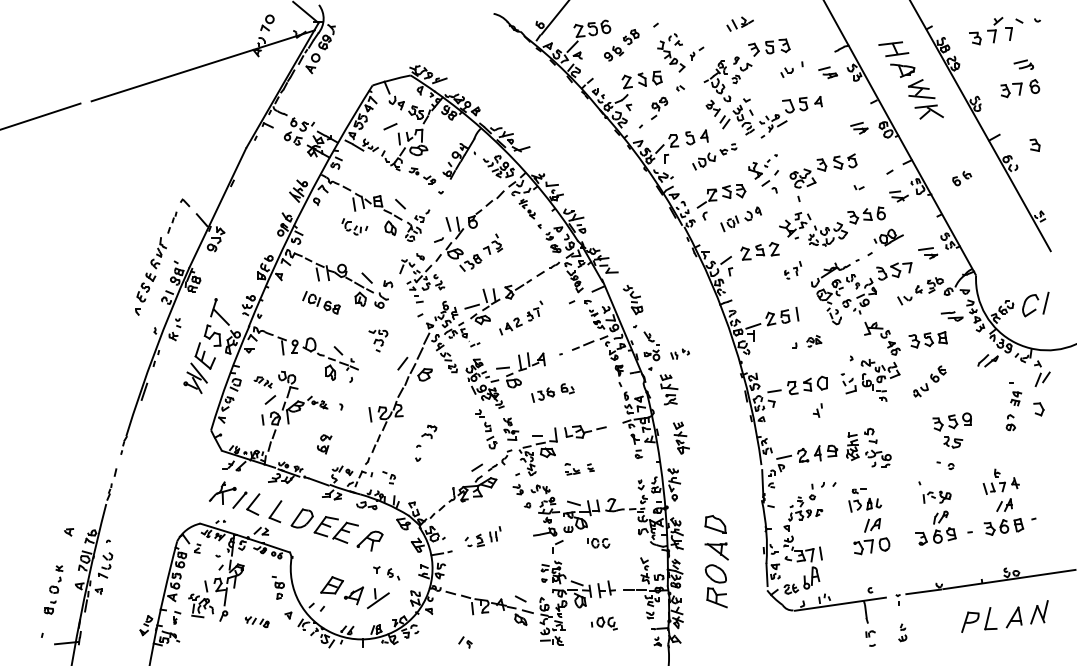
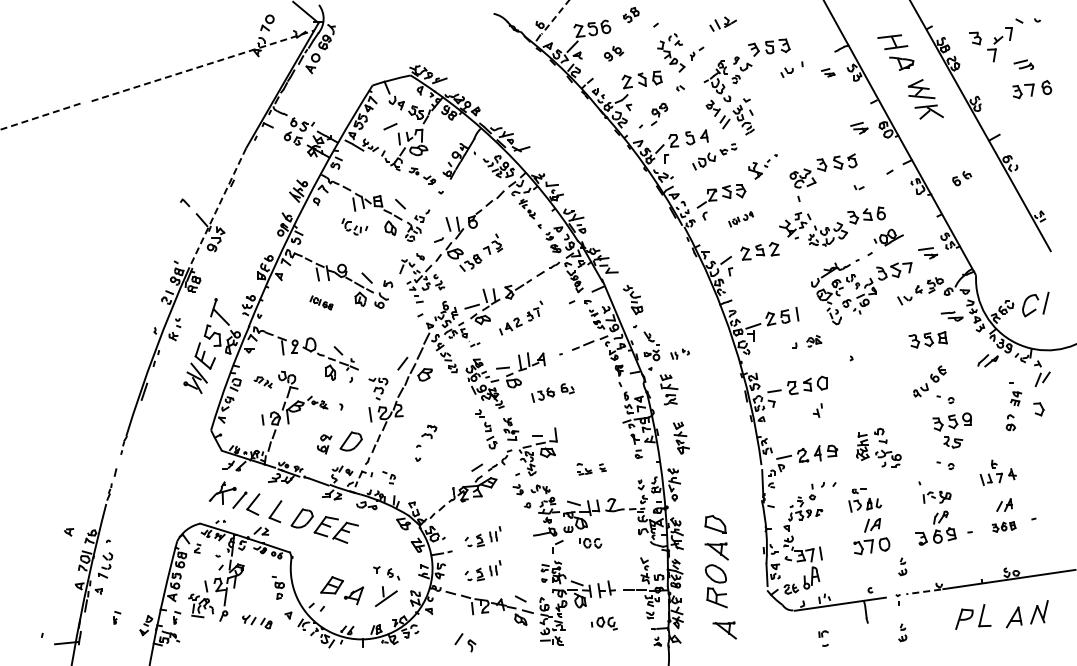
line at (555, 17): solid -> dashed
part at (739, 23) position: (739, 23) -> (722, 23)
part at (995, 30) position: (995, 30) -> (995, 49)
part at (630, 37) position: (630, 37) -> (630, 15)
part at (896, 59) position: (896, 59) -> (895, 52)
line at (203, 65): solid -> dashed
part at (828, 72) size: 21x14 px -> 15x10 px
part at (1020, 88) position: (1020, 88) -> (1032, 89)
part at (659, 107) position: (659, 107) -> (659, 113)
line at (40, 116): solid -> dashed
part at (790, 117): present -> none
part at (1034, 144): present -> none
part at (769, 181): present -> none
part at (898, 196): present -> none
line at (217, 207): solid -> dashed
part at (740, 219) size: 42x27 px -> 26x17 px
part at (156, 263): present -> none
part at (793, 270): present -> none
part at (321, 302) size: 39x24 px -> 25x16 px
part at (378, 340) position: (378, 340) -> (378, 388)
part at (870, 361): present -> none
line at (270, 399): present -> none
part at (945, 399): none -> present
part at (585, 431): present -> none
part at (350, 441): none -> present
part at (868, 447) position: (868, 447) -> (878, 447)
part at (579, 469) position: (579, 469) -> (591, 469)
part at (1000, 481) position: (1000, 481) -> (997, 472)
part at (1003, 526) size: 42x18 px -> 25x12 px
part at (369, 540): present -> none
part at (598, 543) position: (598, 543) -> (590, 543)
part at (902, 566): none -> present
part at (482, 570): none -> present
part at (53, 589): present -> none
line at (923, 591): solid -> dashed
part at (378, 598) position: (378, 598) -> (386, 596)
part at (117, 617): none -> present
part at (979, 619) position: (979, 619) -> (973, 616)
part at (256, 622) size: 26x13 px -> 31x16 px
part at (724, 630): none -> present
part at (870, 638) position: (870, 638) -> (823, 638)
part at (465, 642) size: 15x13 px -> 23x20 px
